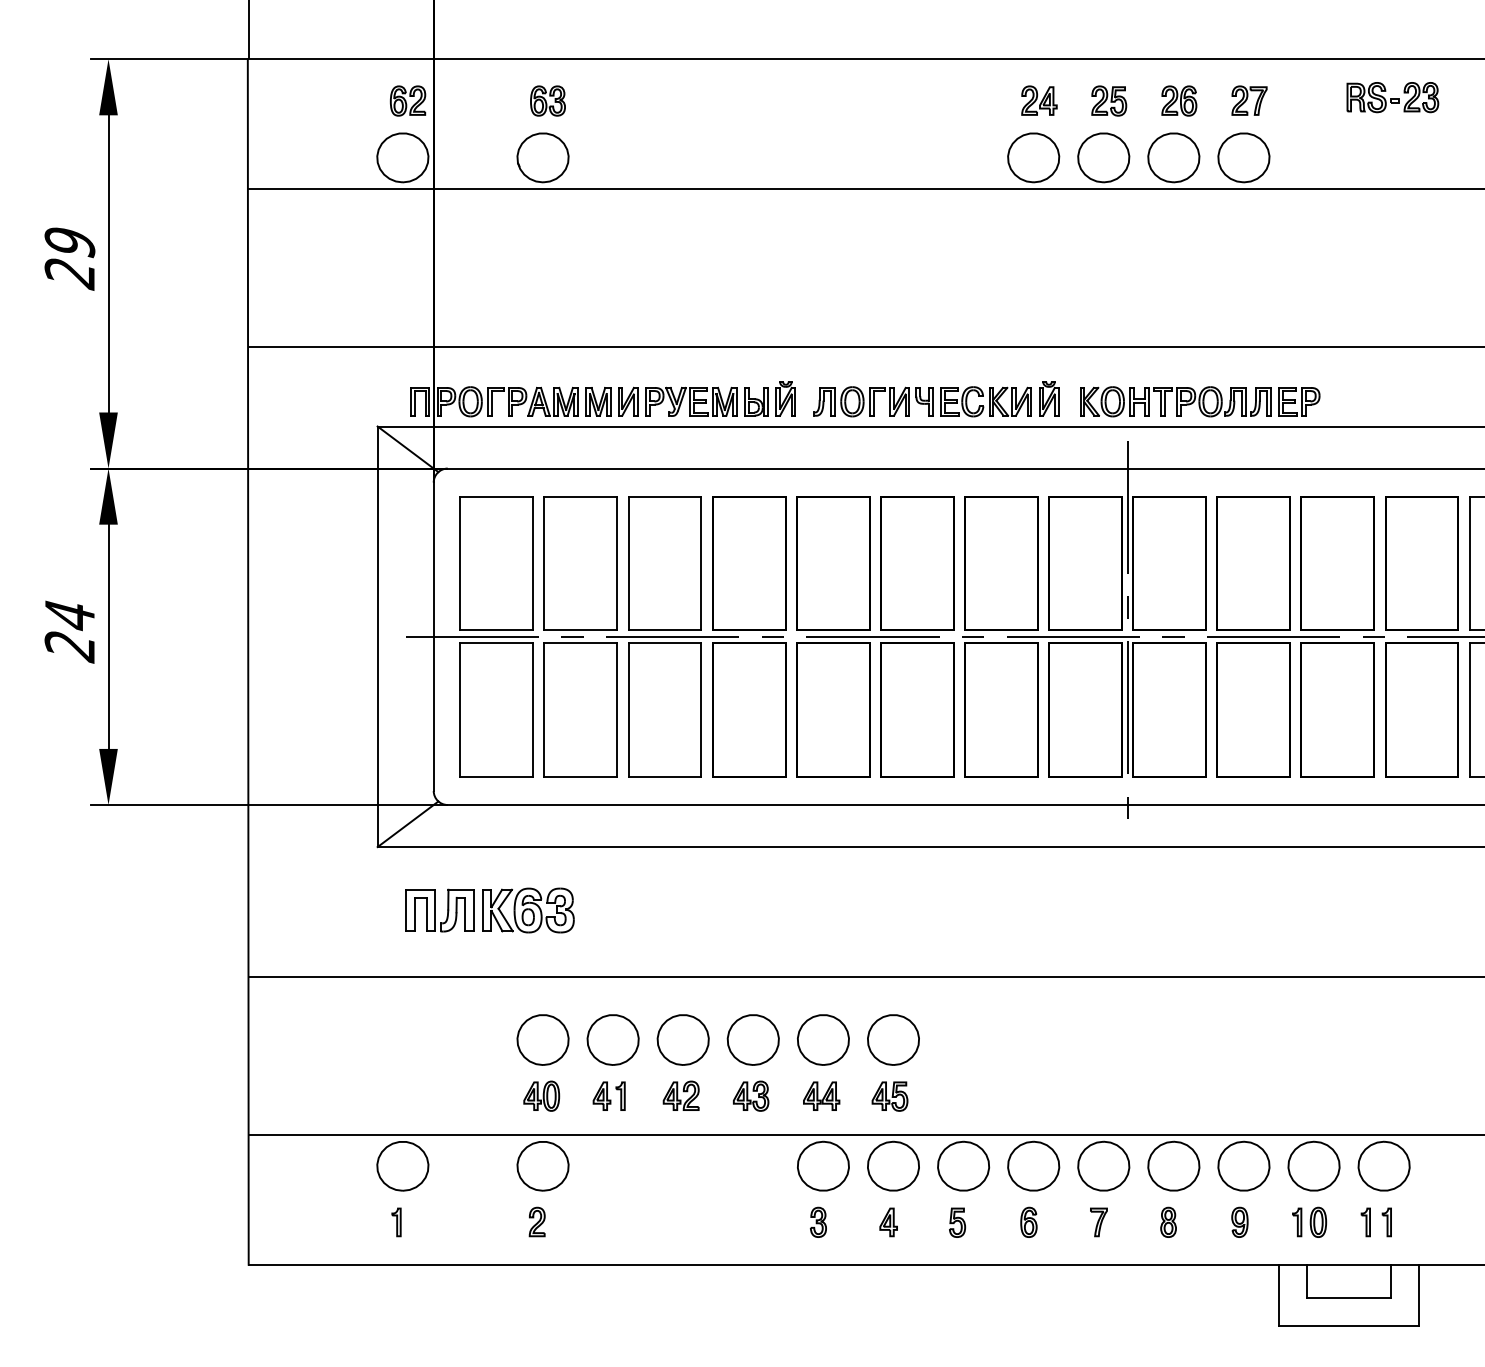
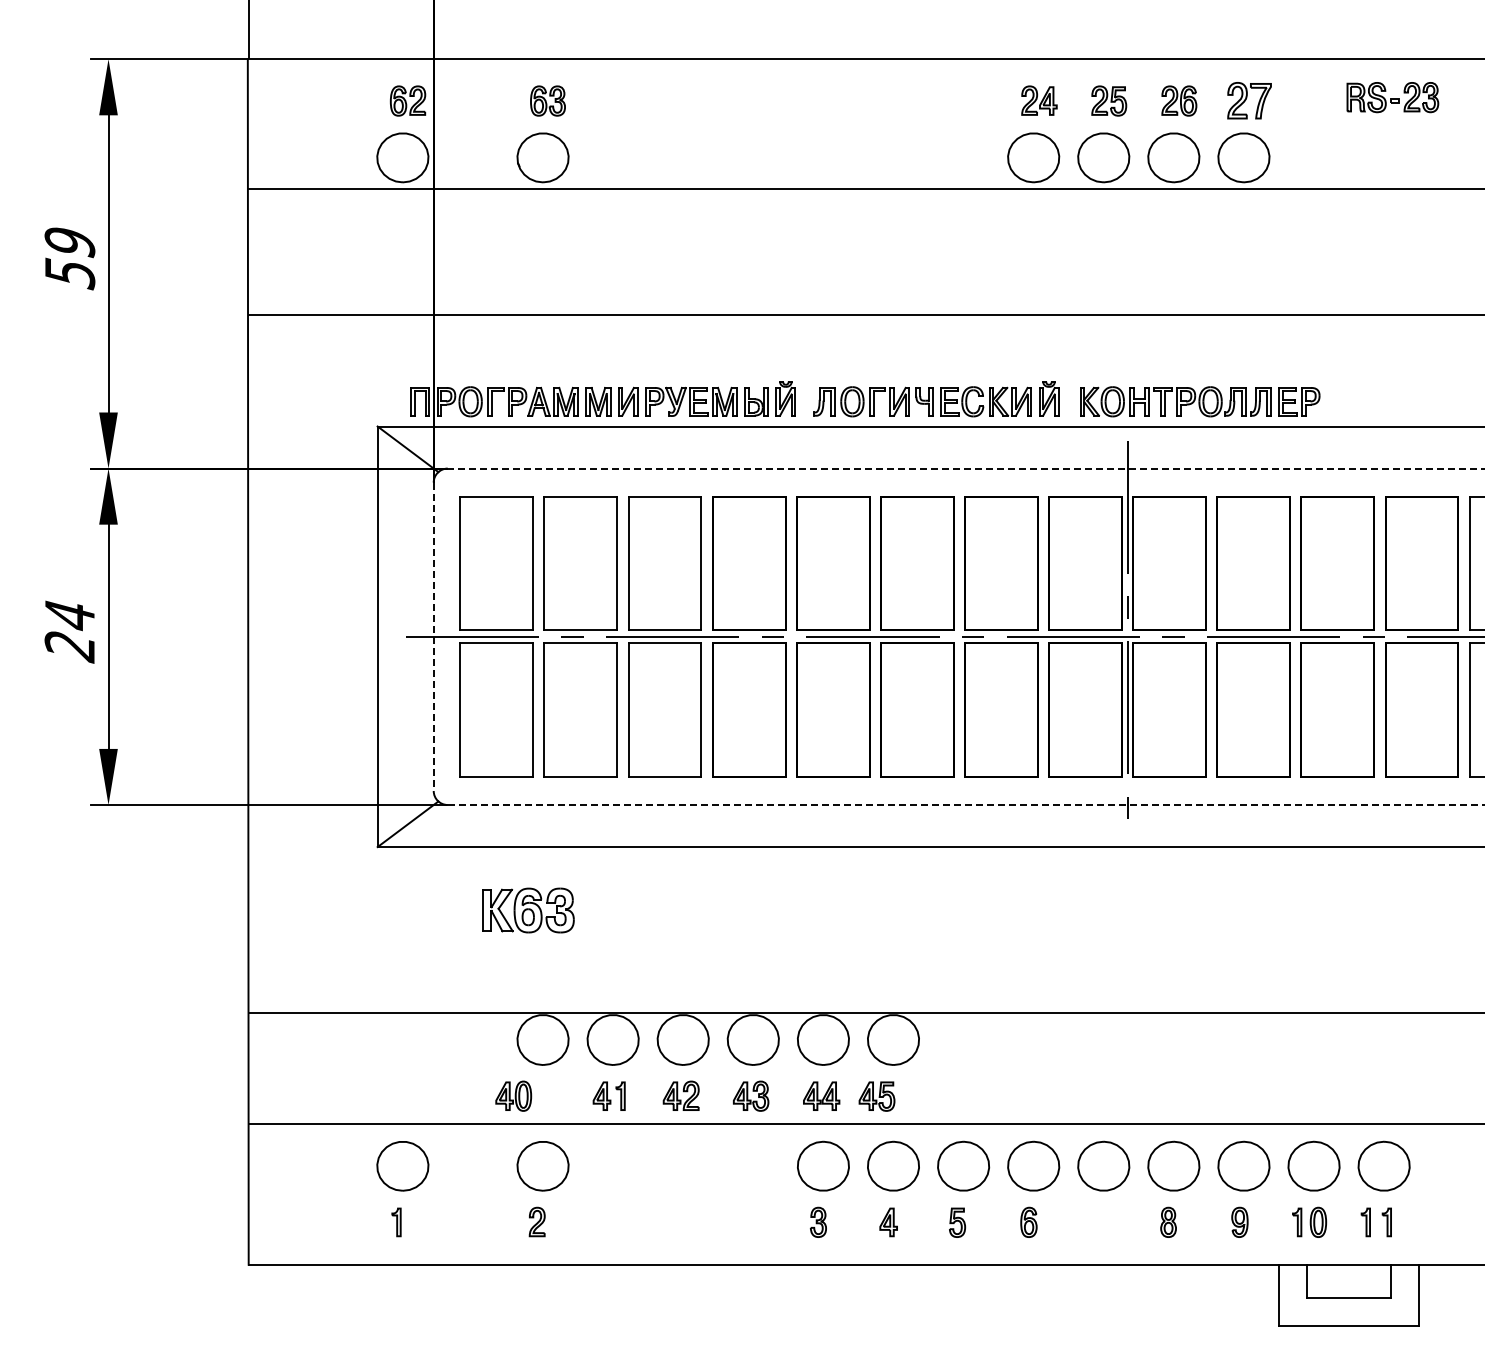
part at (1249, 100) size: 37x31 px -> 45x38 px
text at (69, 273): 29 -> 59
line at (864, 346) position: (864, 346) -> (864, 314)
line at (965, 468): solid -> dashed
line at (433, 637): solid -> dashed
line at (966, 805): solid -> dashed
part at (439, 910): present -> none
line at (864, 977) position: (864, 977) -> (864, 1013)
part at (541, 1095) position: (541, 1095) -> (513, 1095)
part at (889, 1096) position: (889, 1096) -> (876, 1096)
line at (864, 1135) position: (864, 1135) -> (864, 1124)
part at (1098, 1222): present -> none
